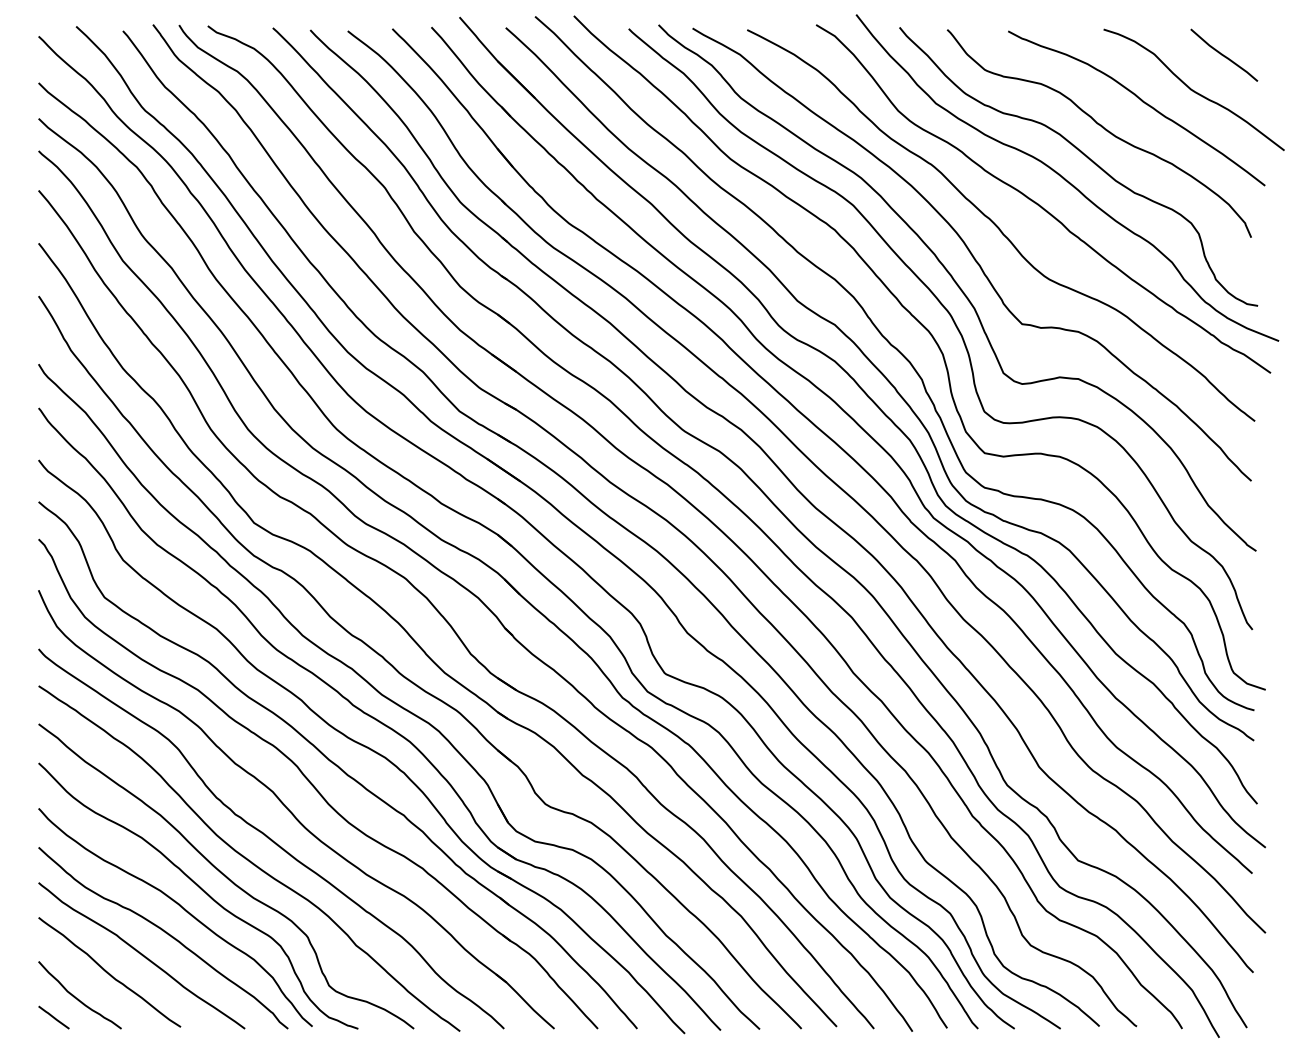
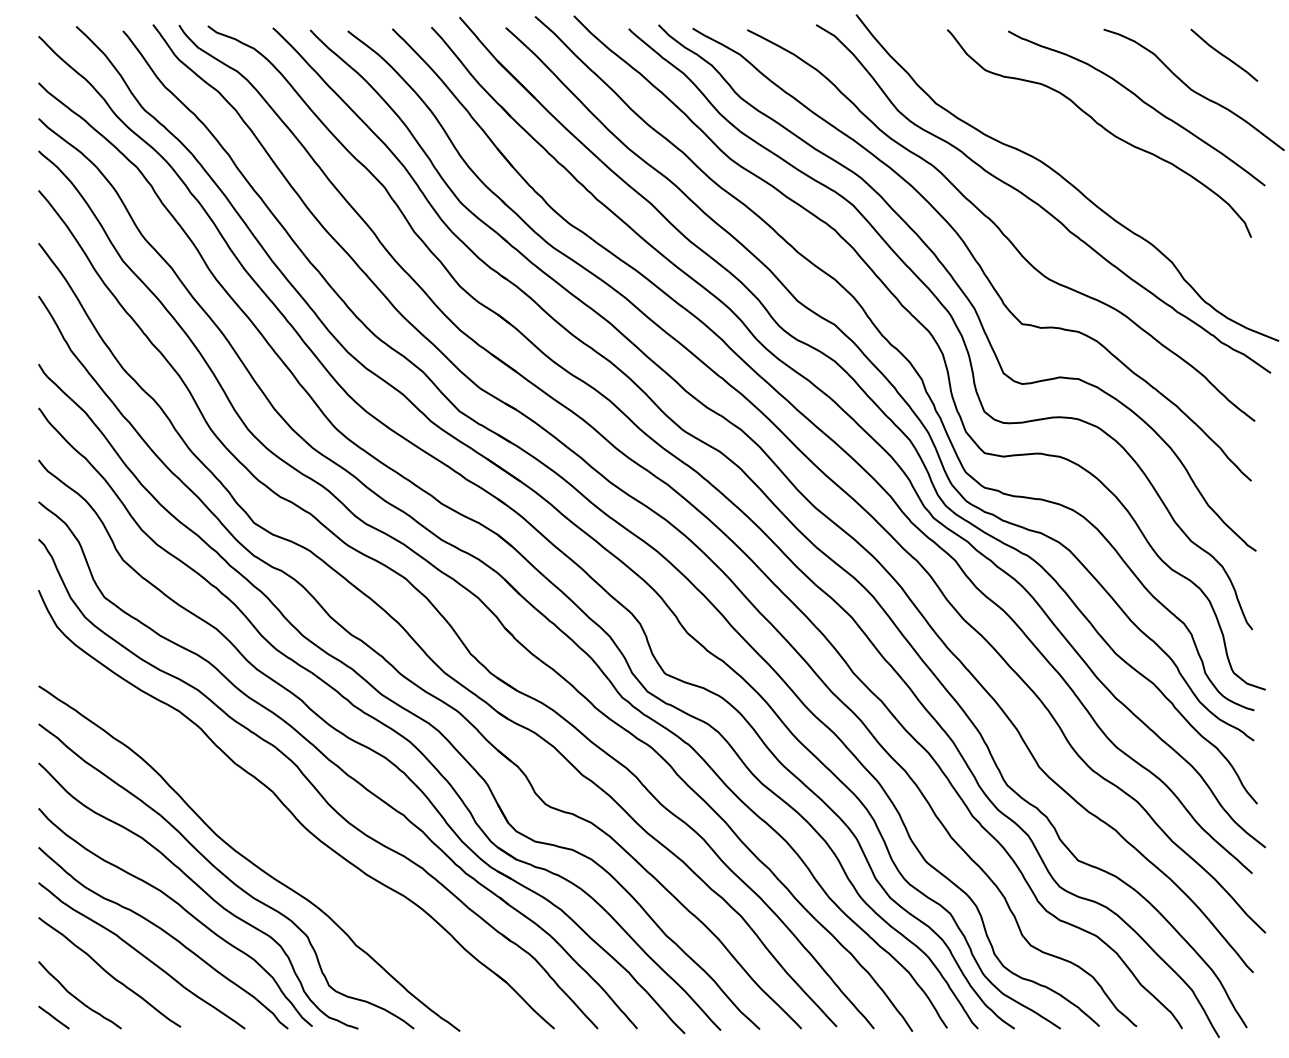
curve at (1086, 157): present -> none
curve at (271, 838): present -> none
